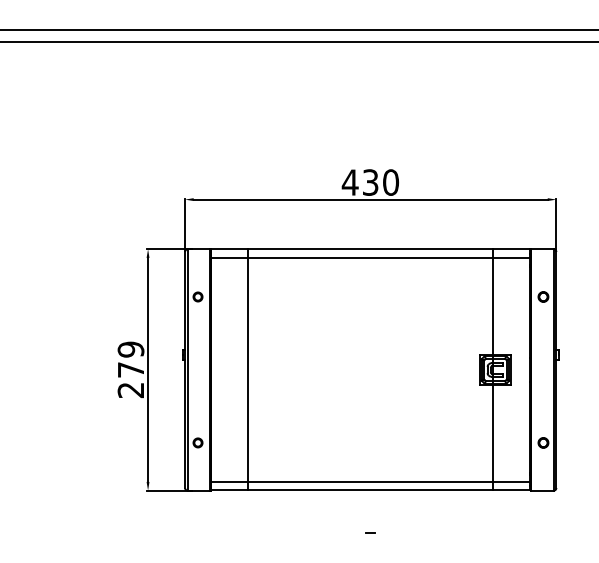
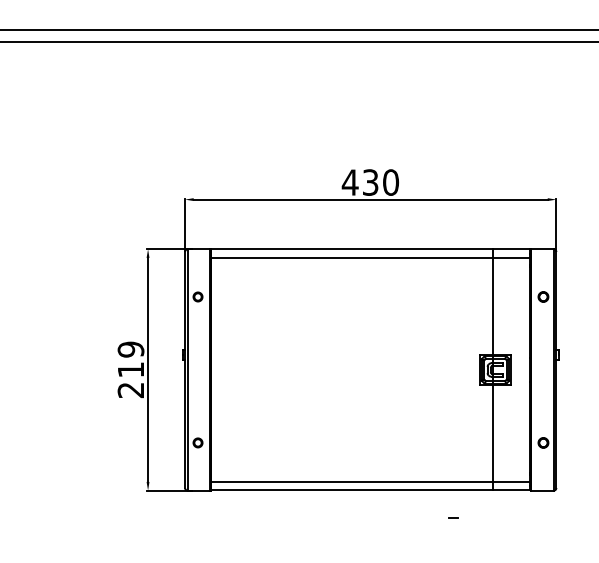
text at (130, 369): 279 -> 219
line at (248, 369): present -> none
line at (370, 532) position: (370, 532) -> (453, 517)
